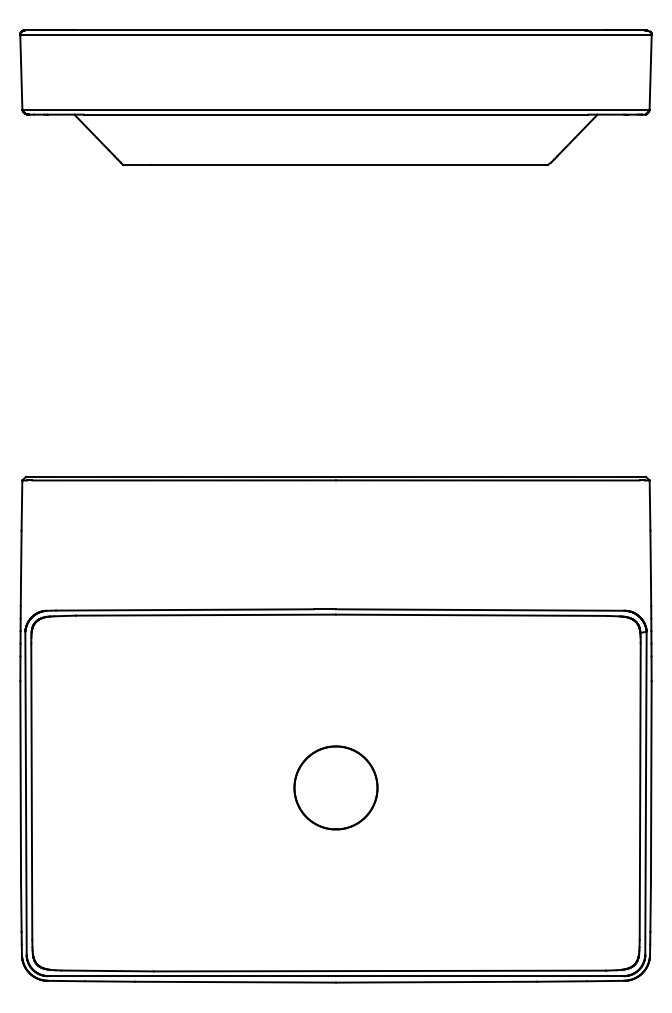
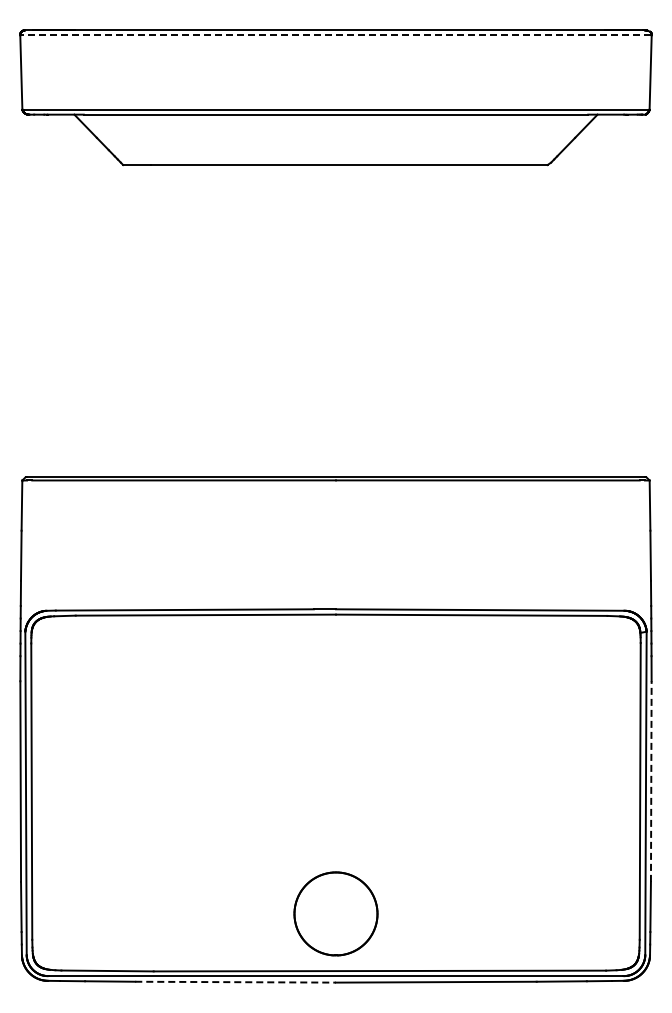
line at (335, 35): solid -> dashed
line at (651, 781): solid -> dashed
part at (335, 787) position: (335, 787) -> (335, 913)
line at (236, 982): solid -> dashed
